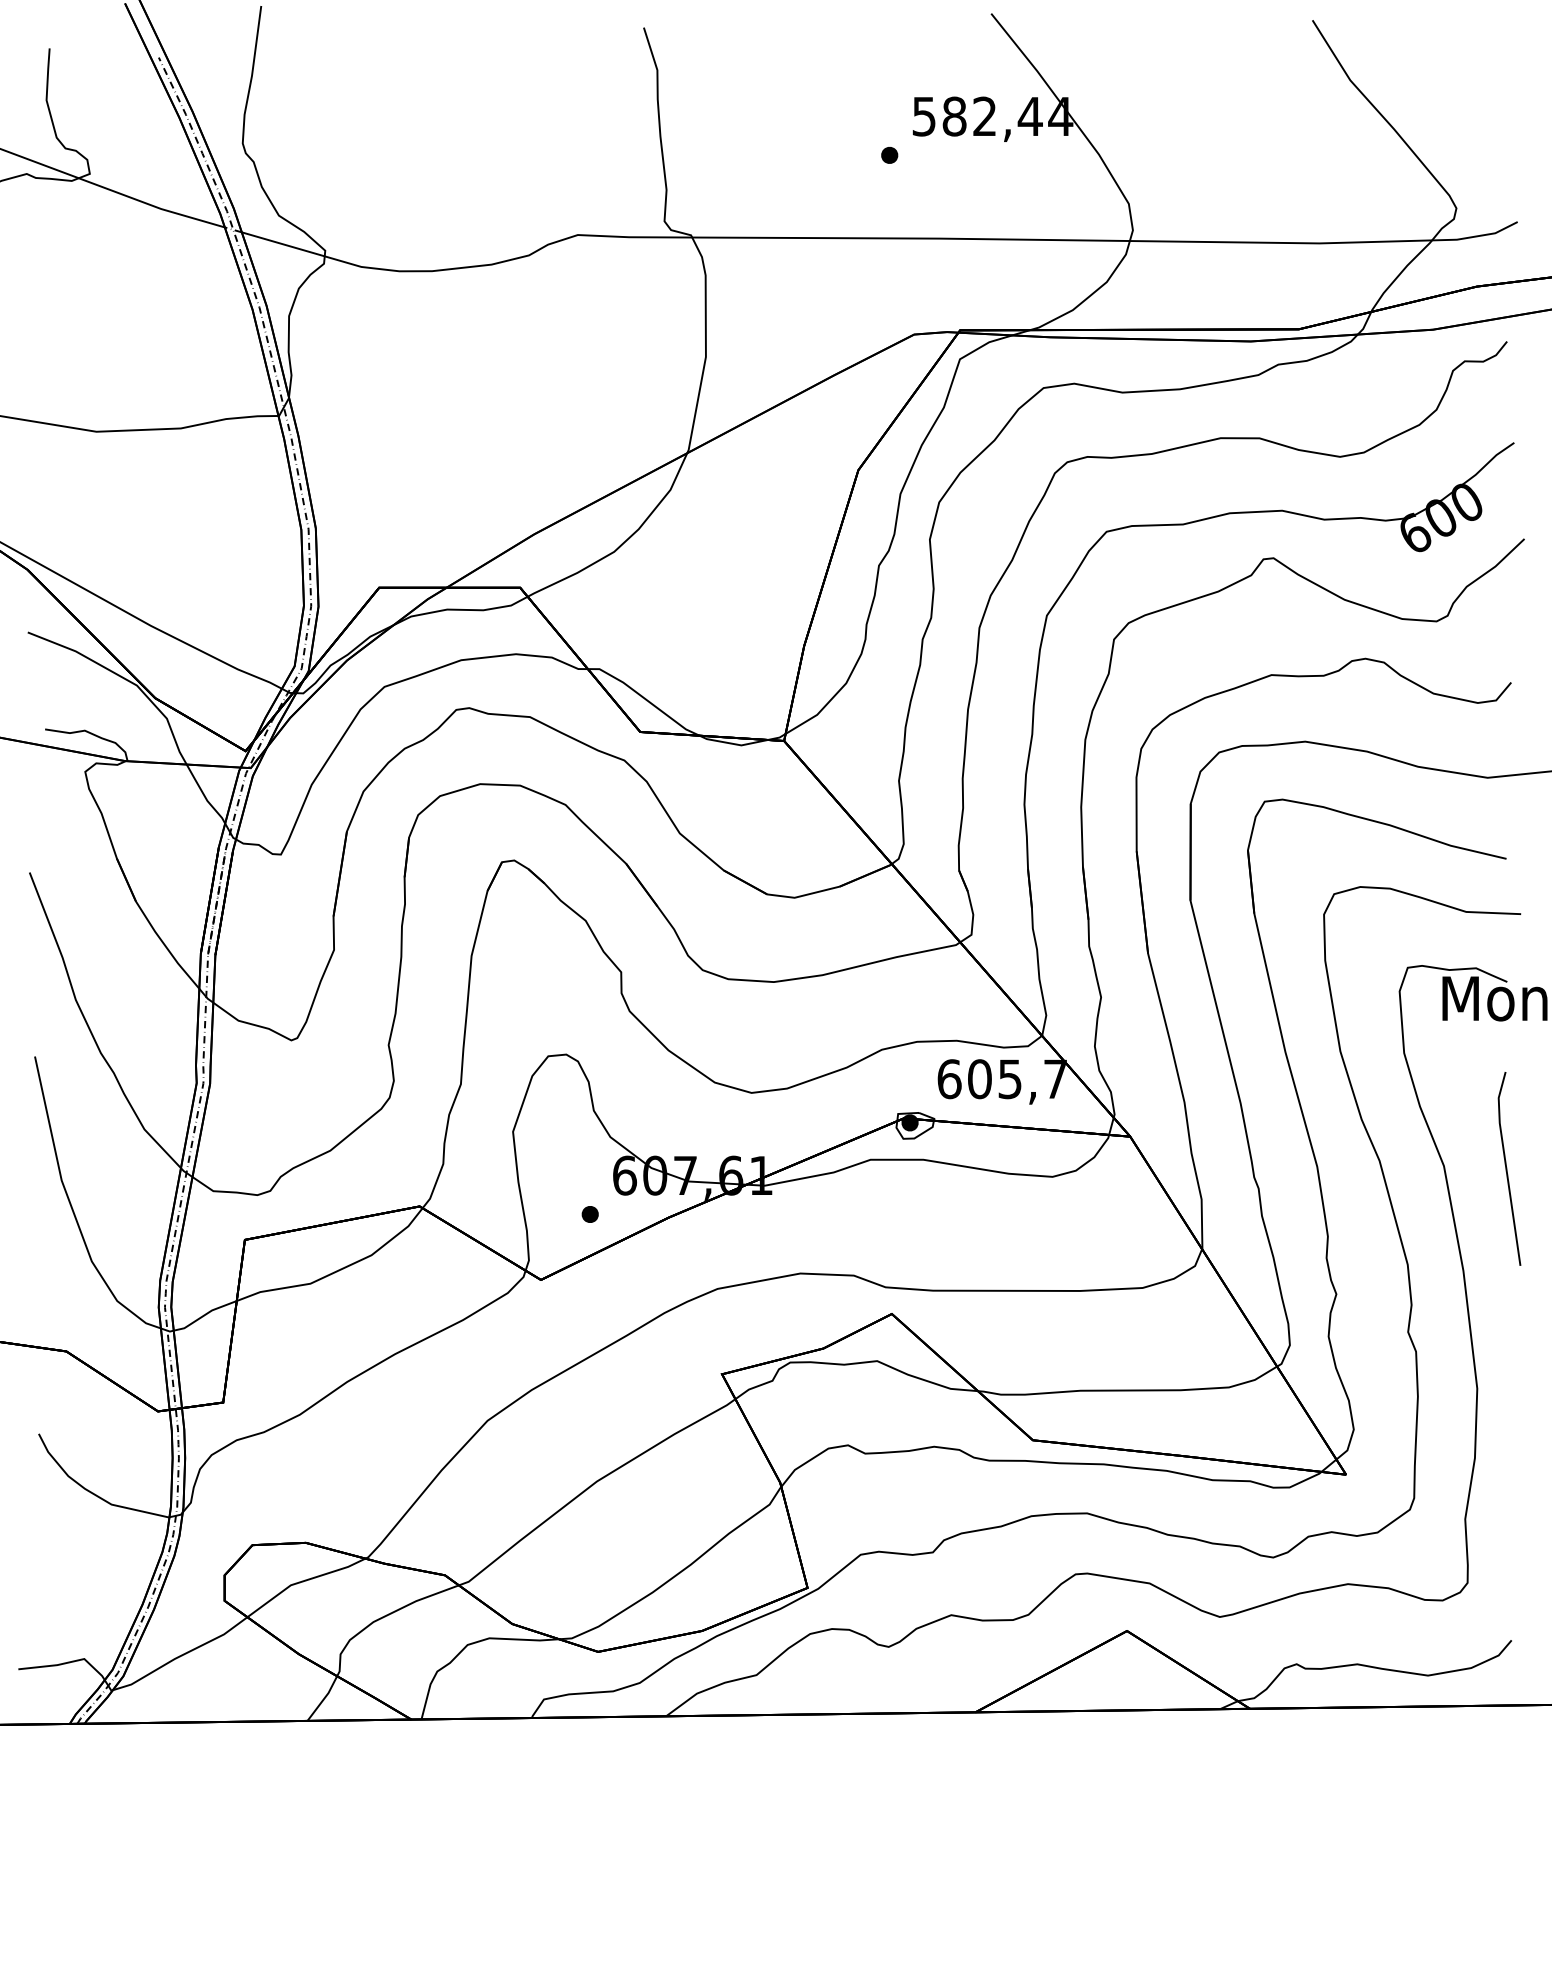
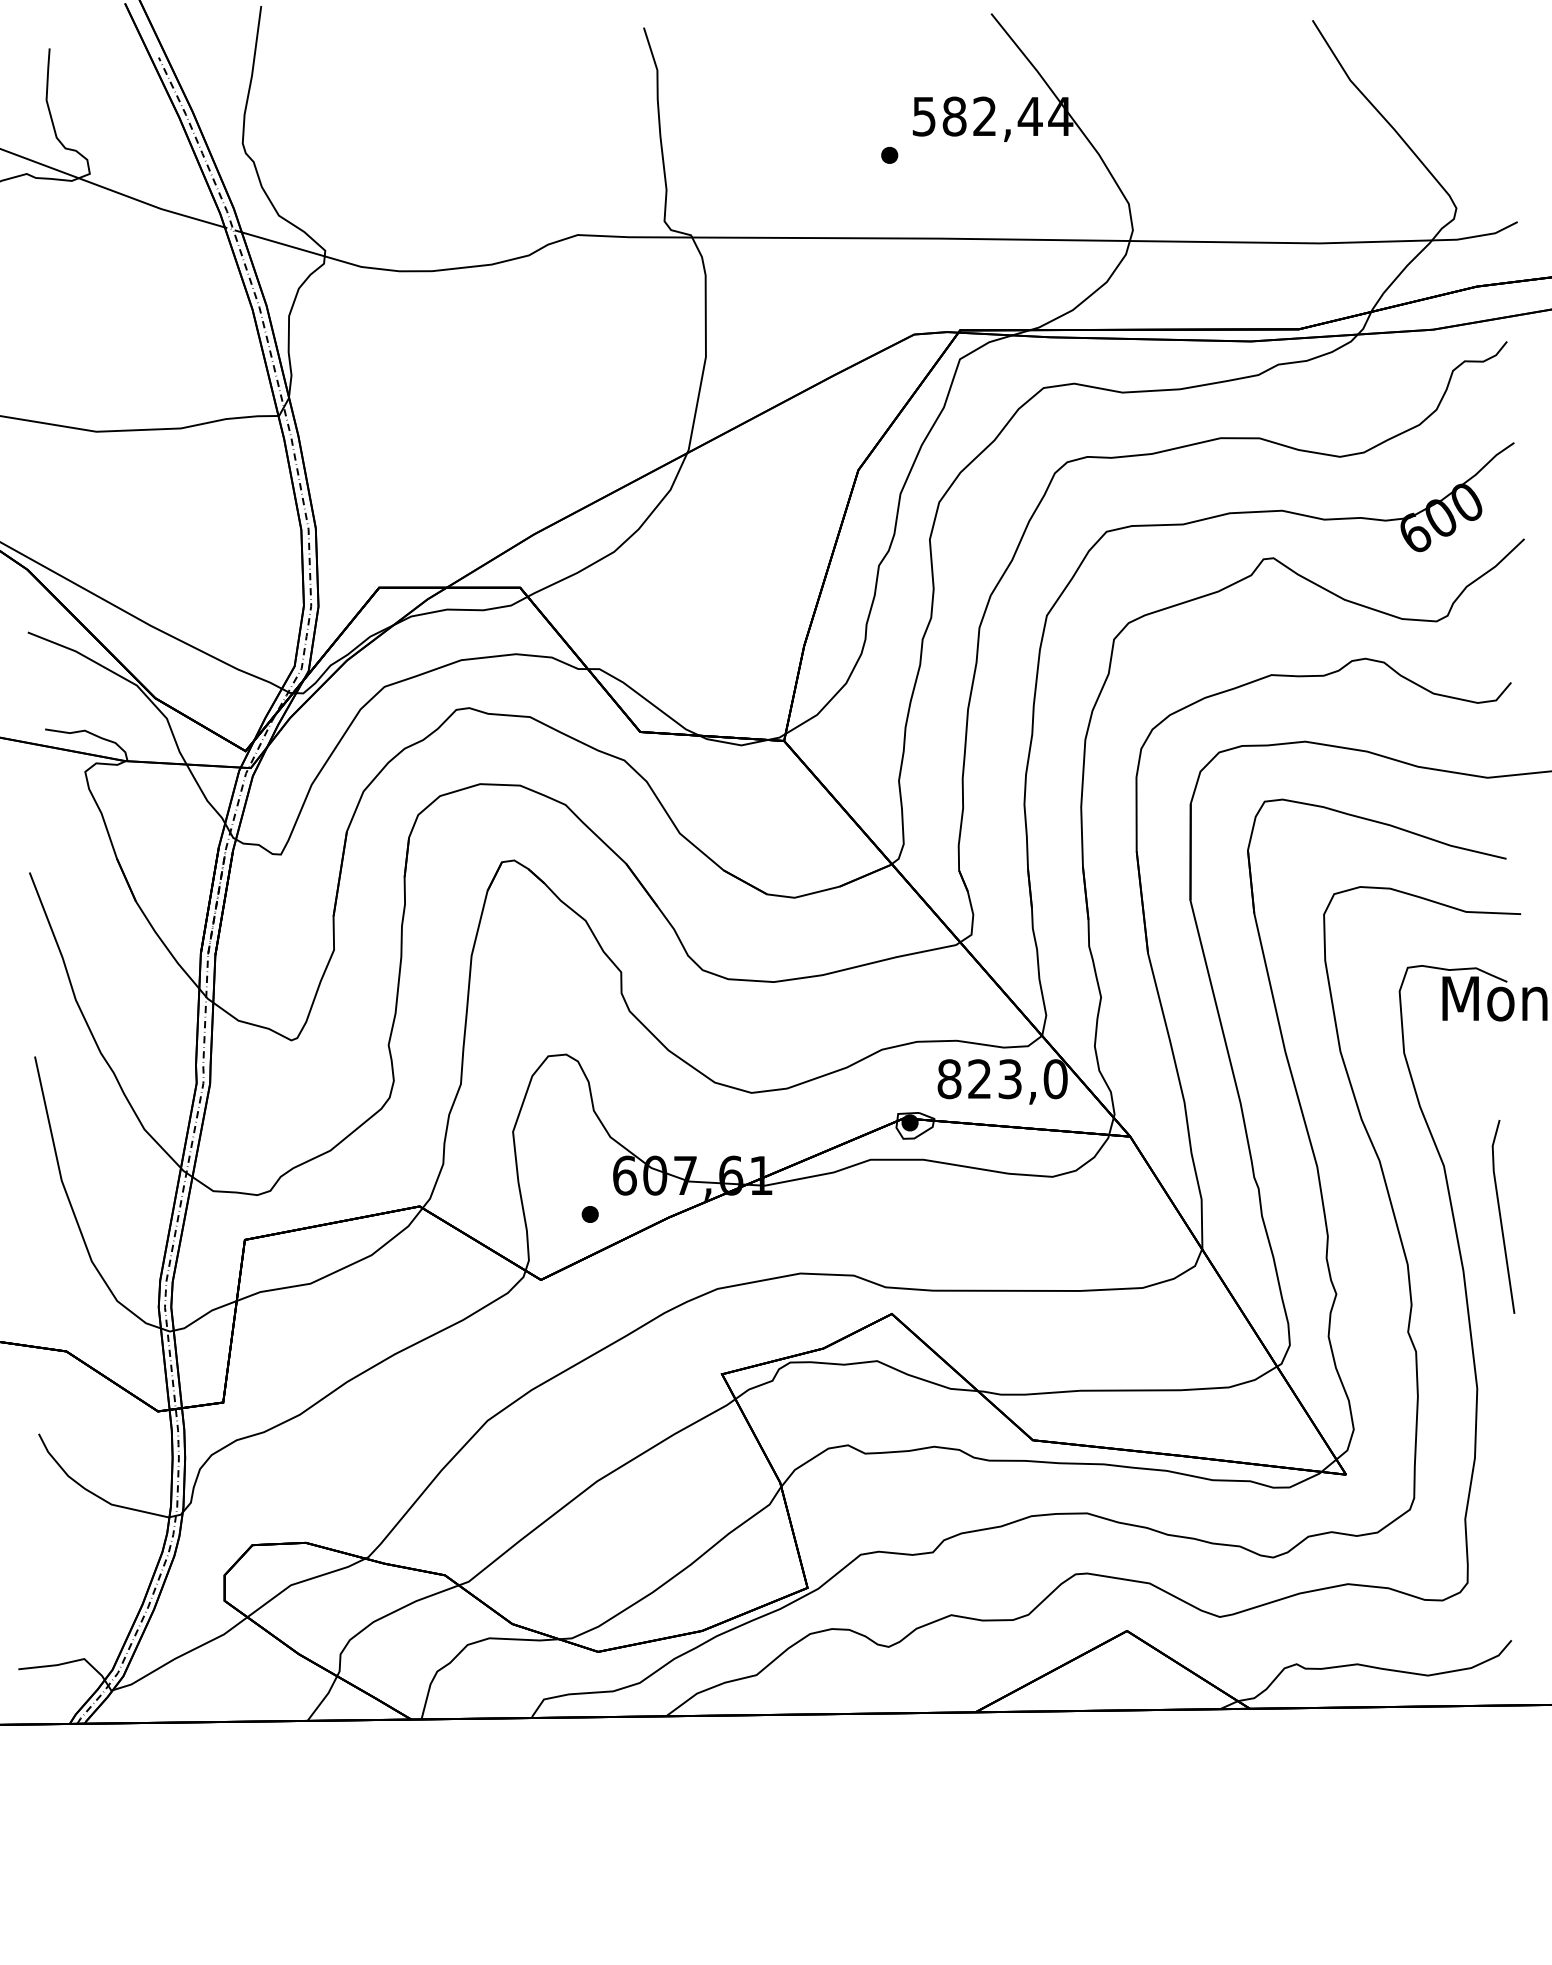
text at (1002, 1079): 605,7 -> 823,0
line at (1507, 1168) position: (1507, 1168) -> (1501, 1216)
